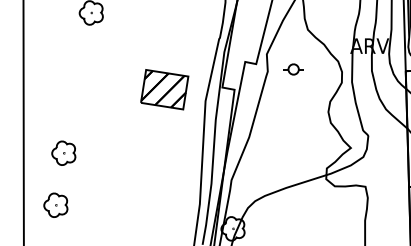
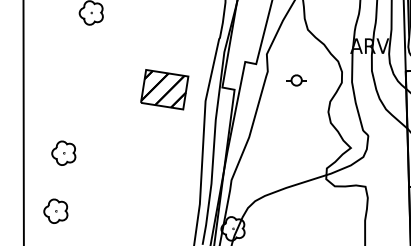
part at (293, 69) position: (293, 69) -> (296, 80)
part at (55, 204) position: (55, 204) -> (55, 210)
